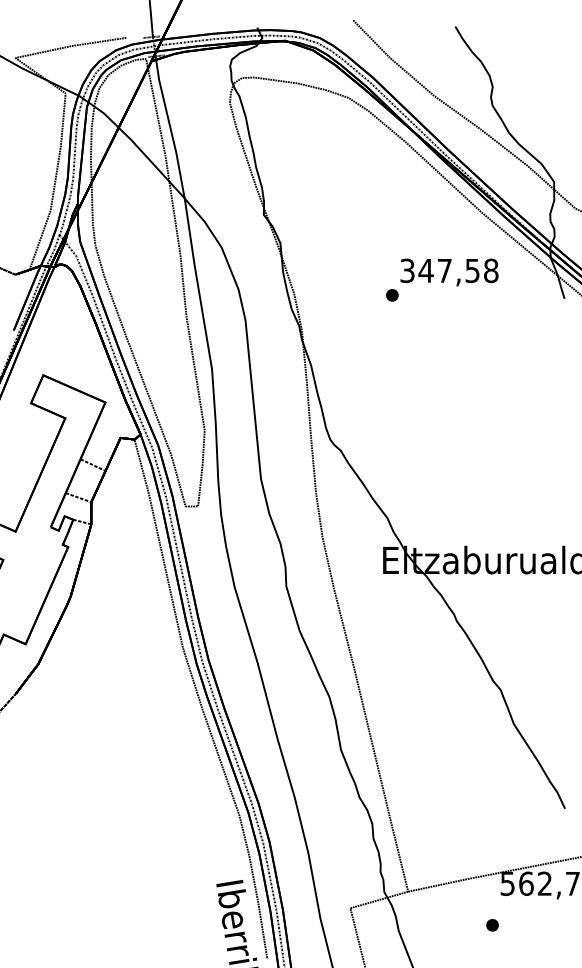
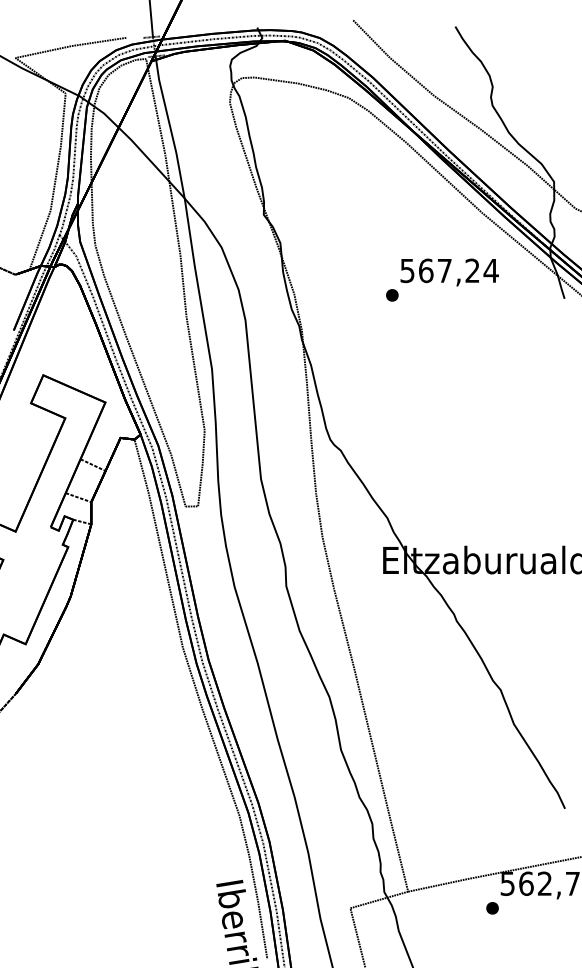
text at (449, 270): 347,58 -> 567,24
part at (492, 925) position: (492, 925) -> (492, 908)
